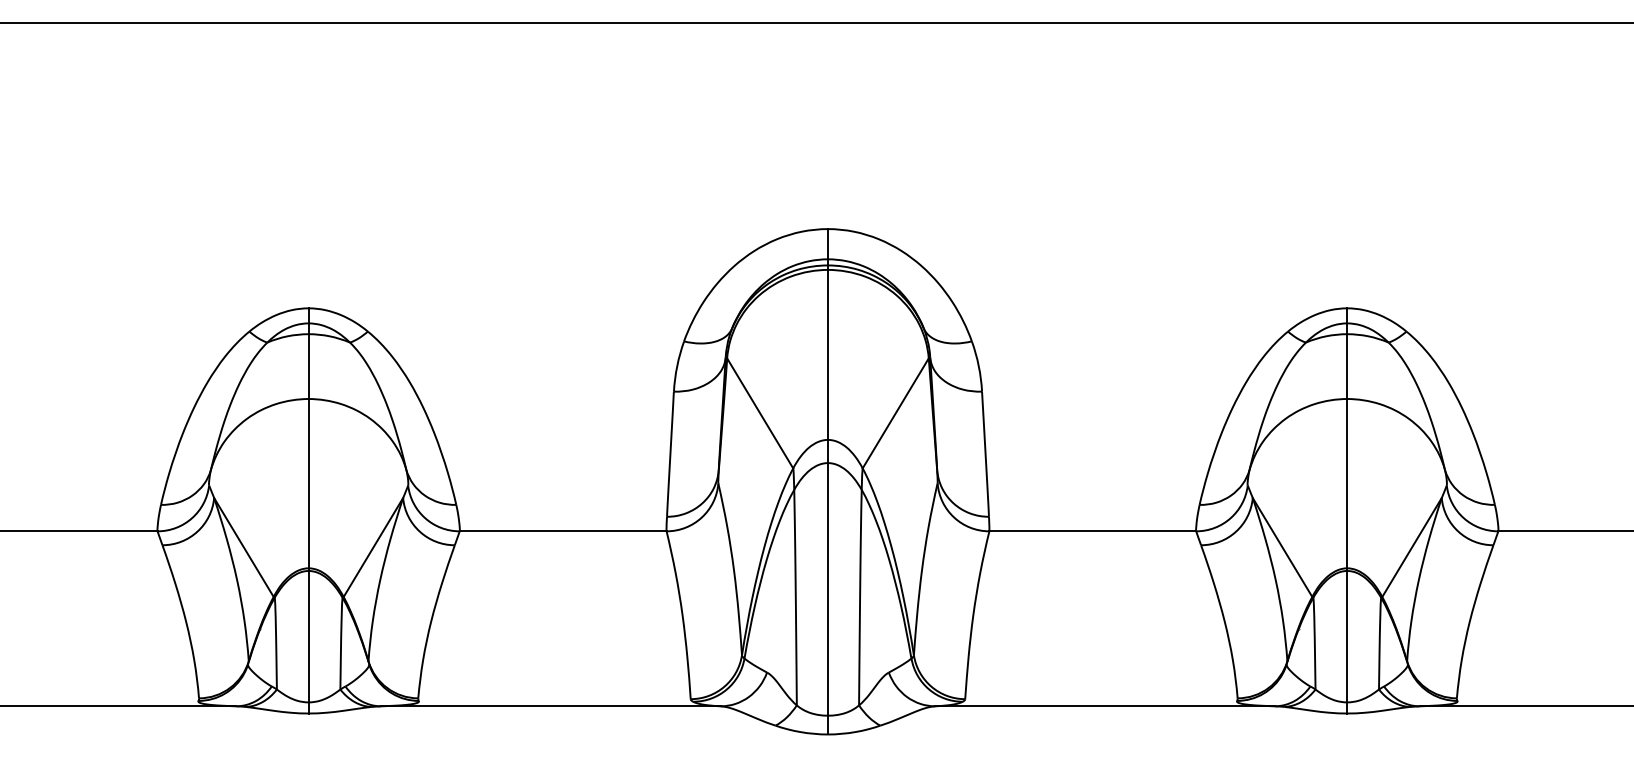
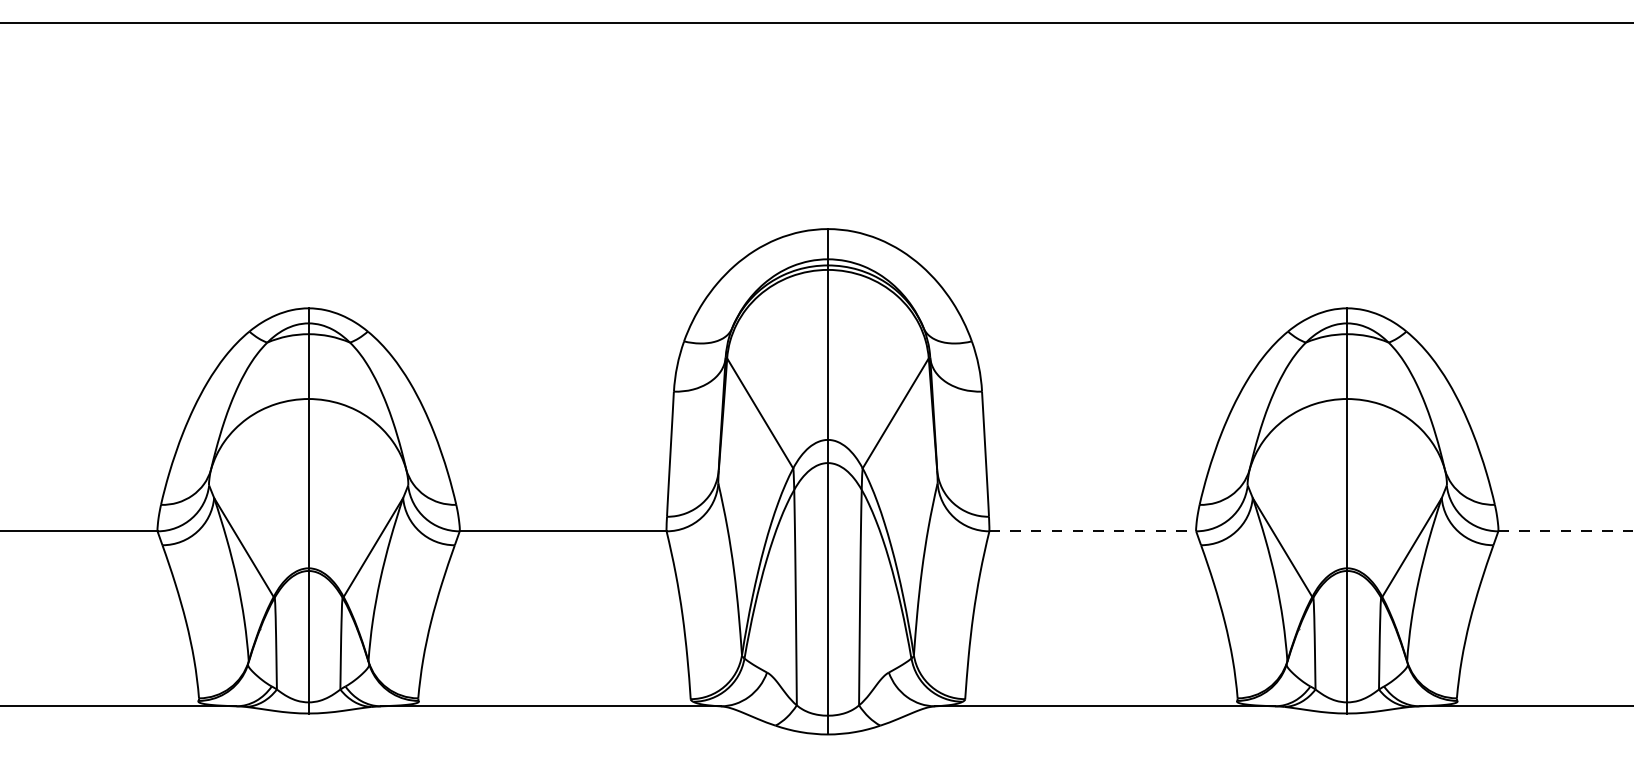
line at (1093, 531): solid -> dashed
line at (1566, 531): solid -> dashed
